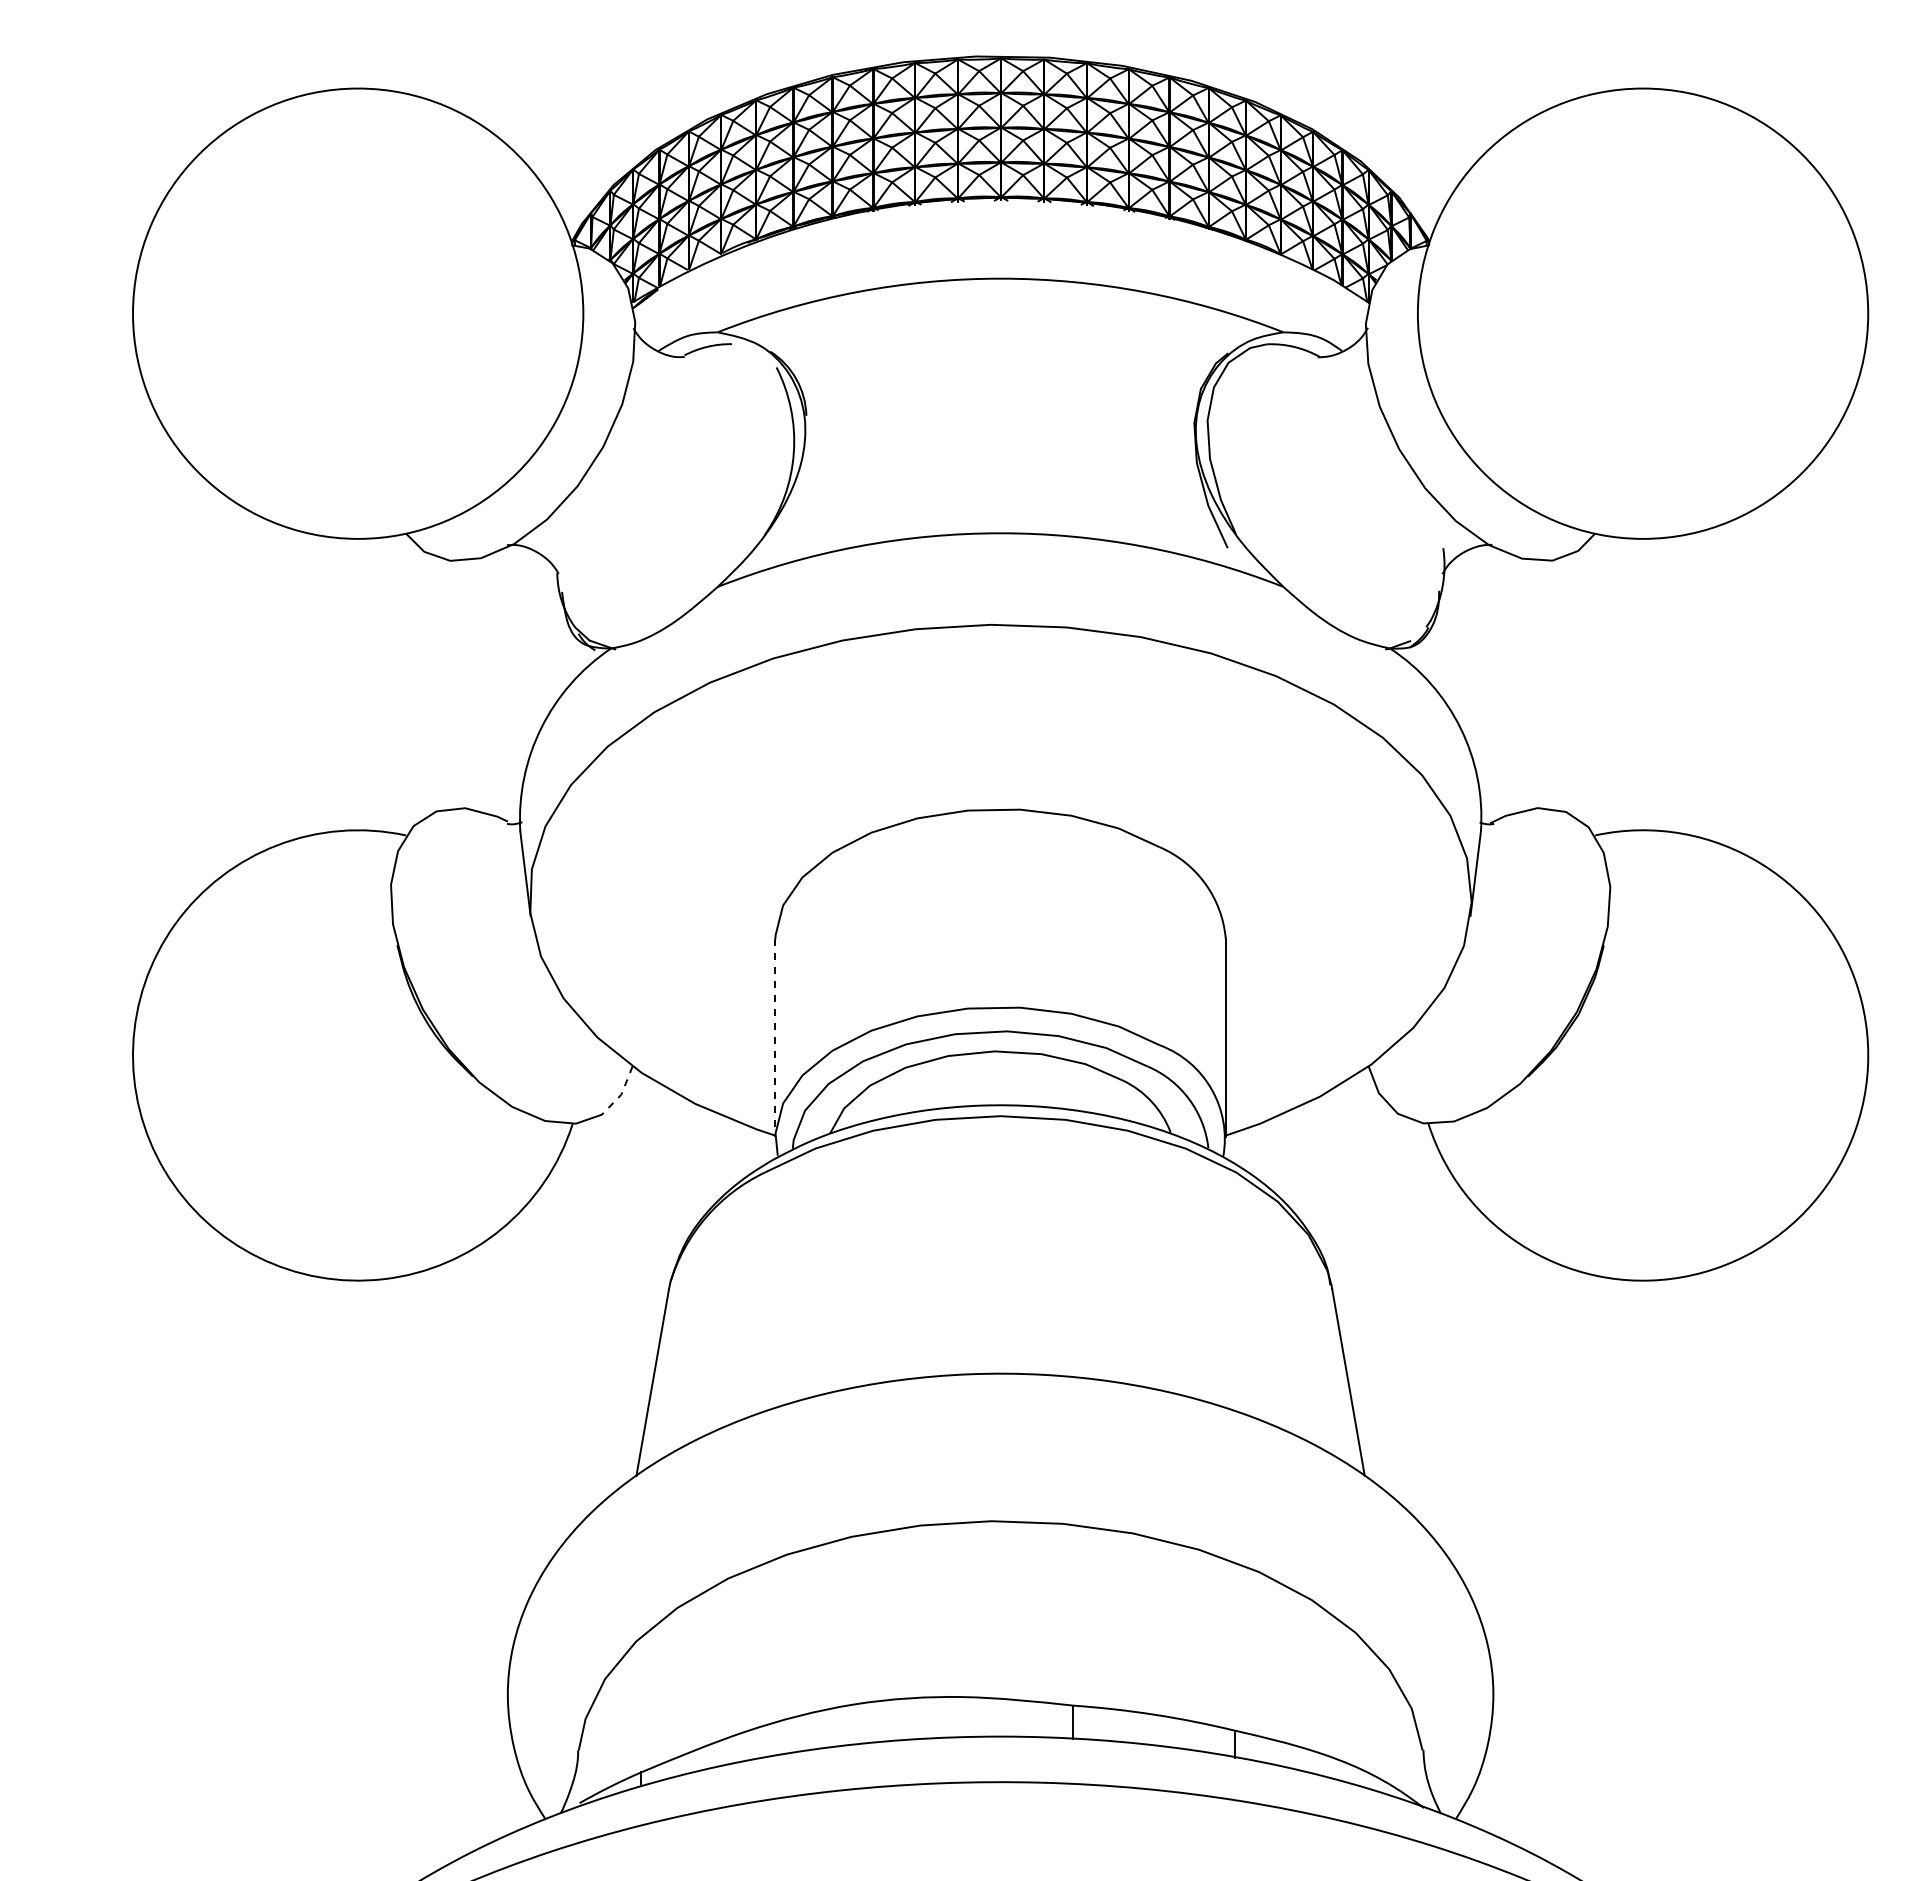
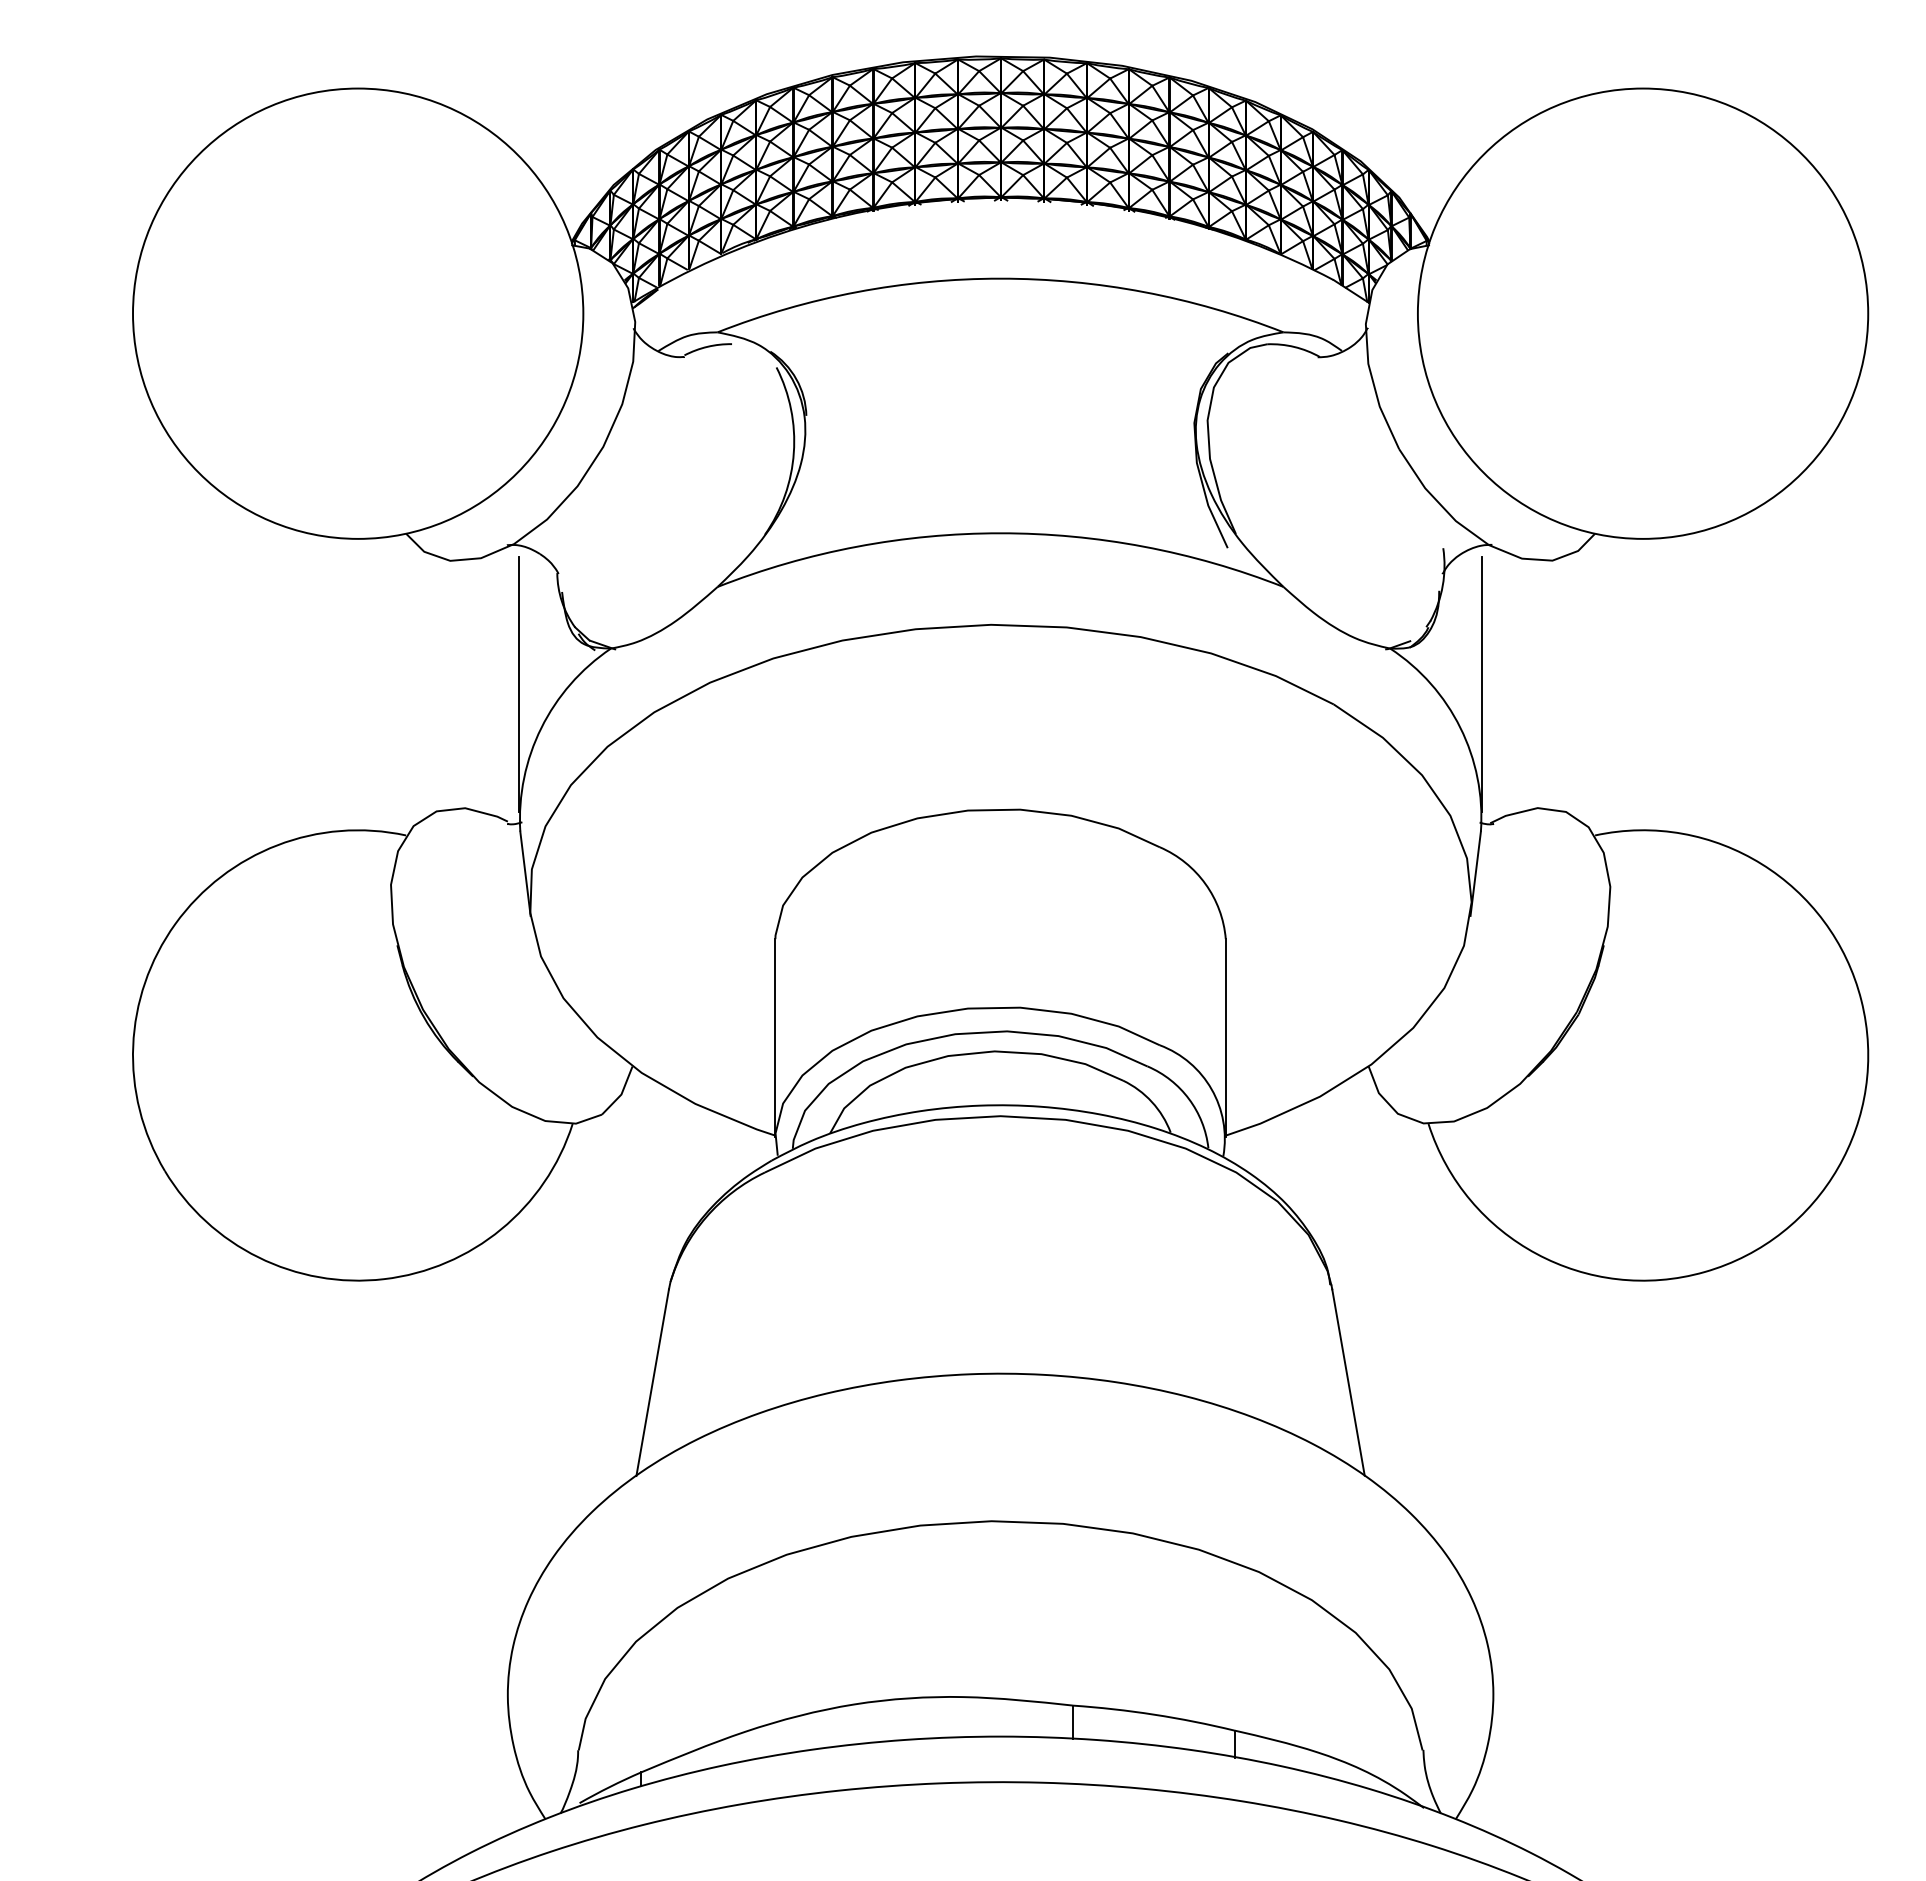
line at (519, 684): none -> present
line at (1482, 684): none -> present
line at (775, 1038): dashed -> solid
line at (621, 1093): dashed -> solid
